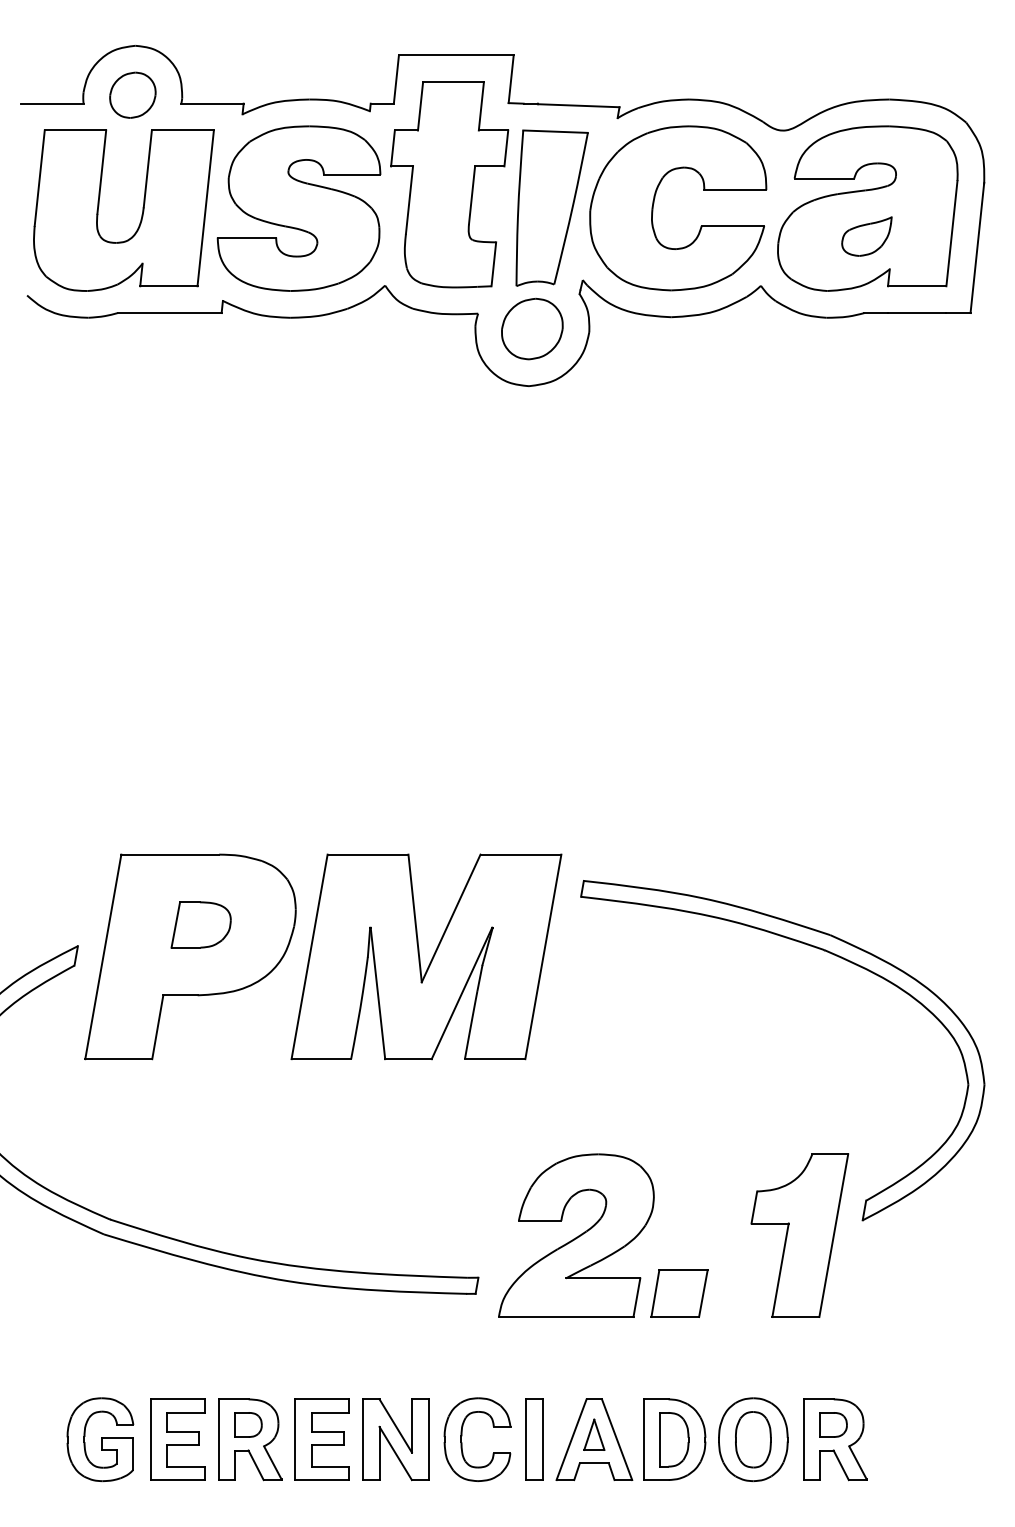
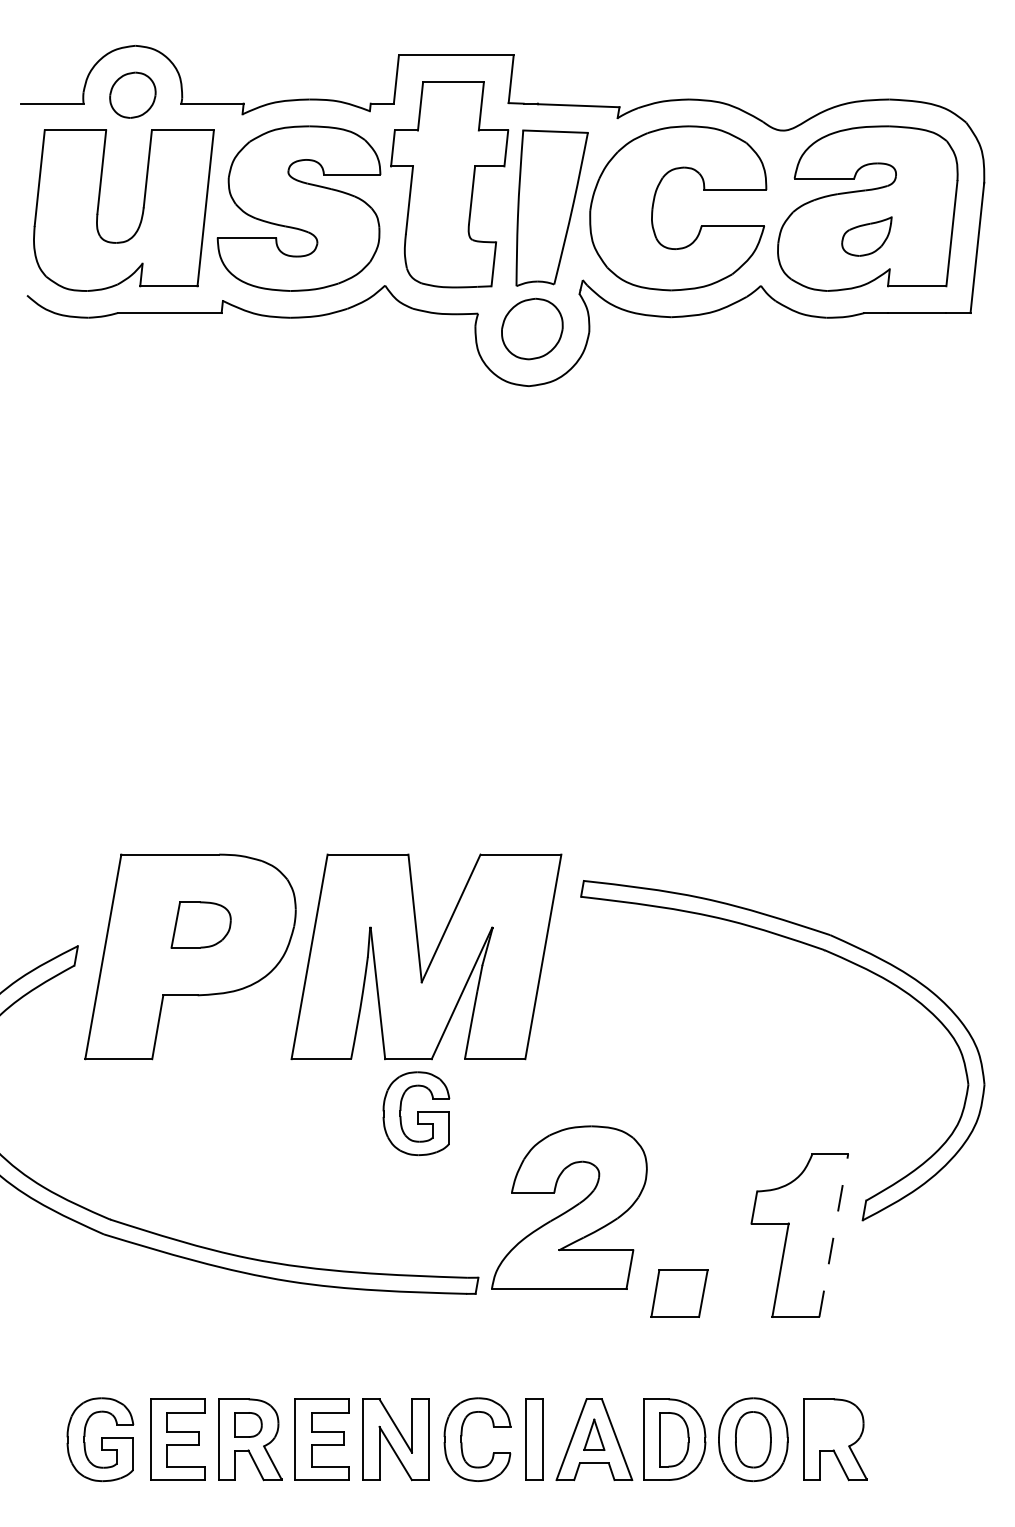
part at (416, 1113): none -> present
part at (576, 1235) position: (576, 1235) -> (569, 1207)
line at (833, 1235): solid -> dashed
part at (833, 1424): present -> none
